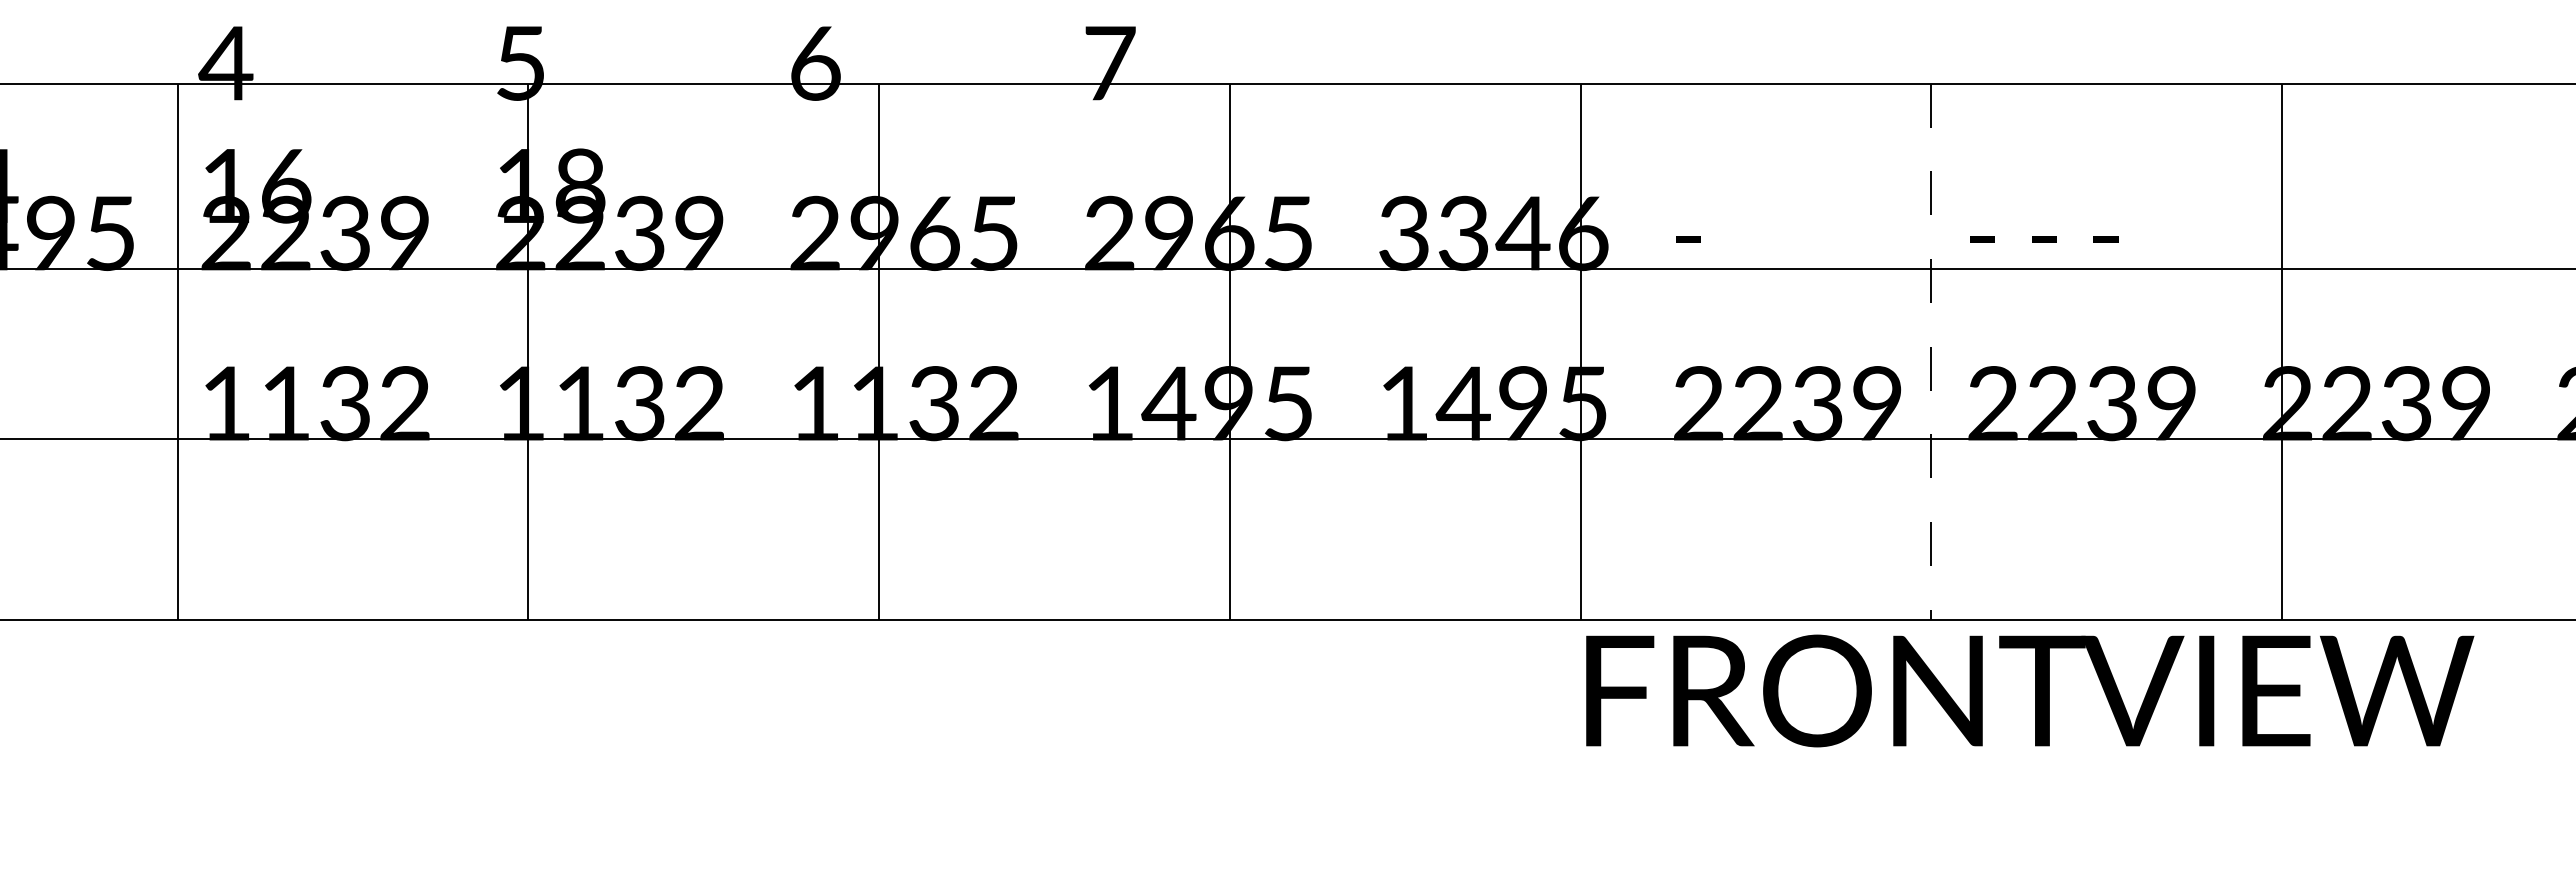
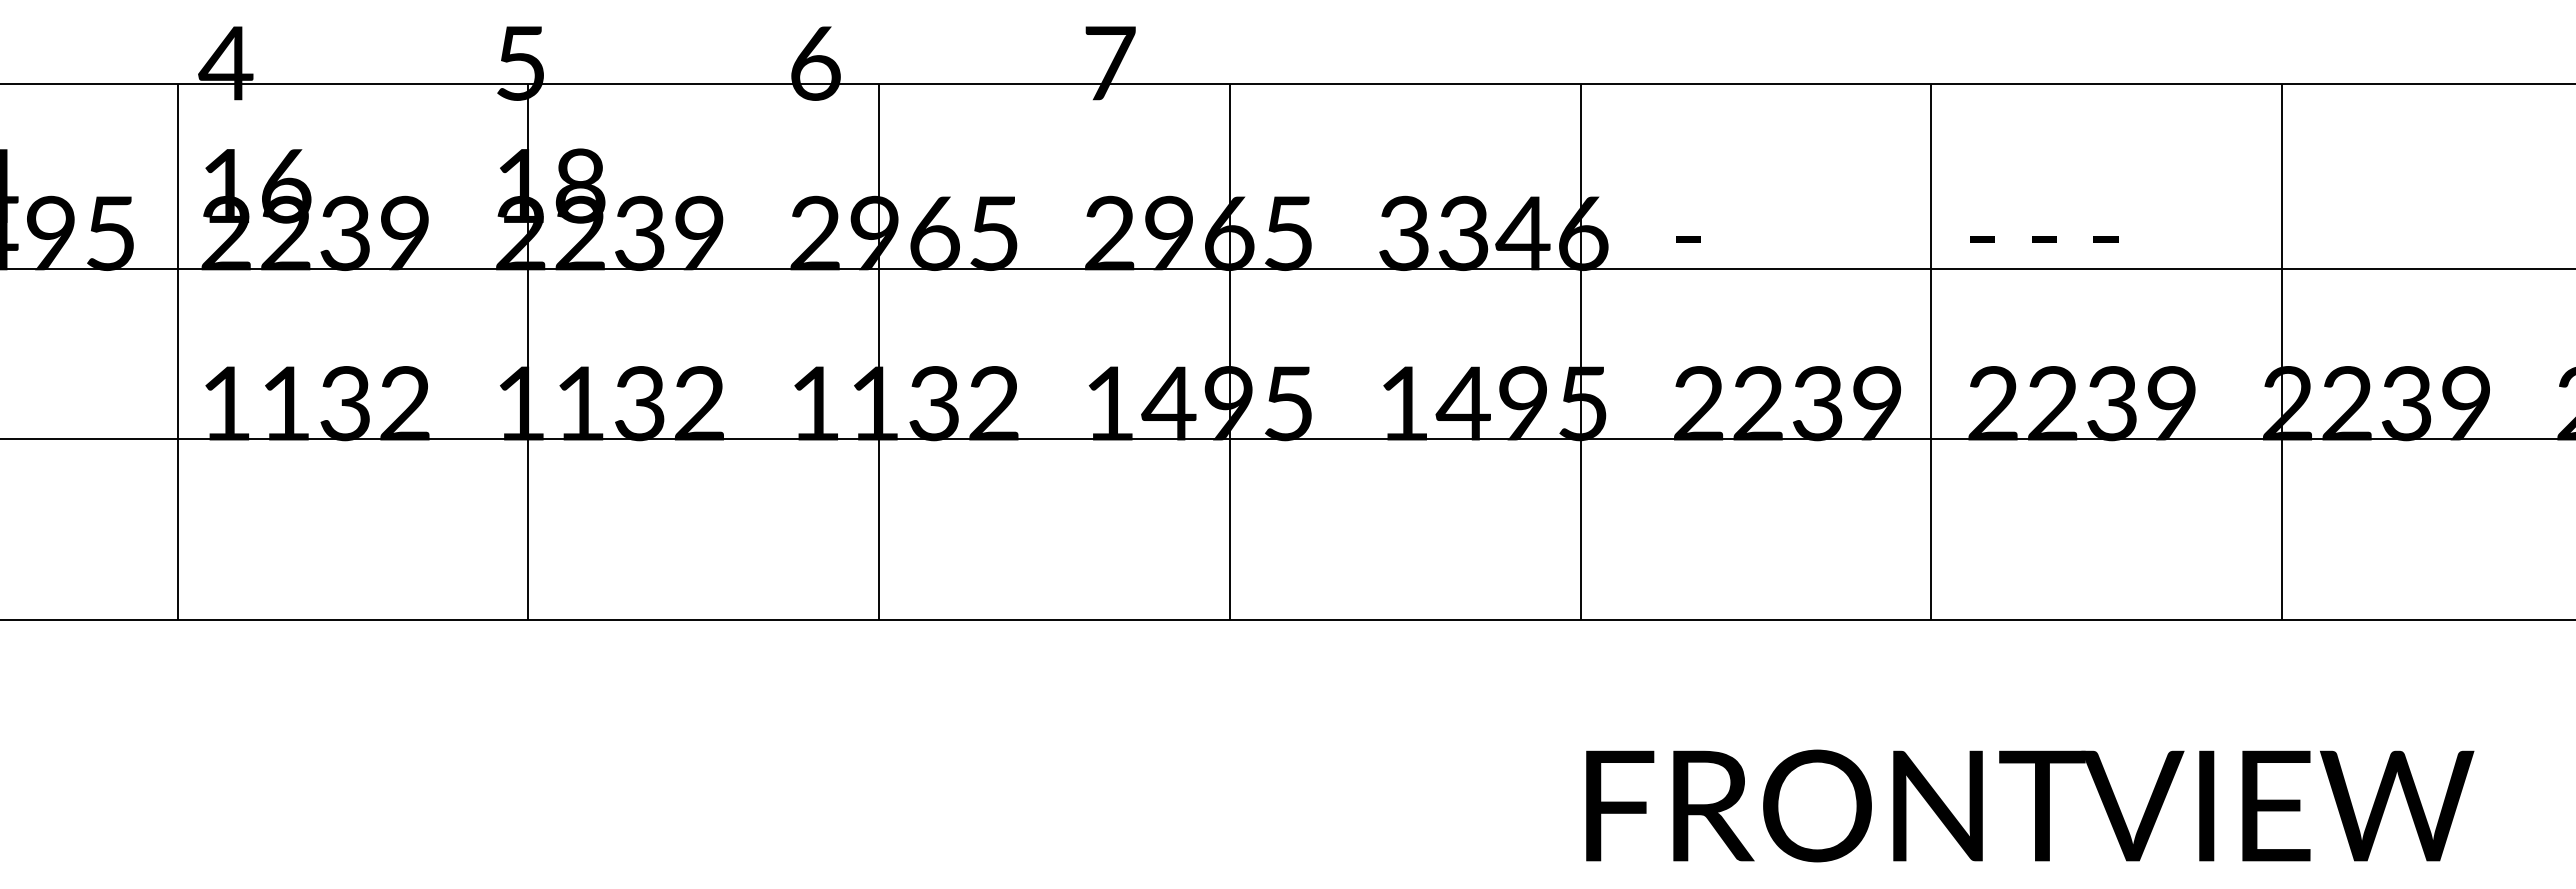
line at (1931, 352): dashed -> solid
text at (2030, 690) position: (2030, 690) -> (2030, 805)
